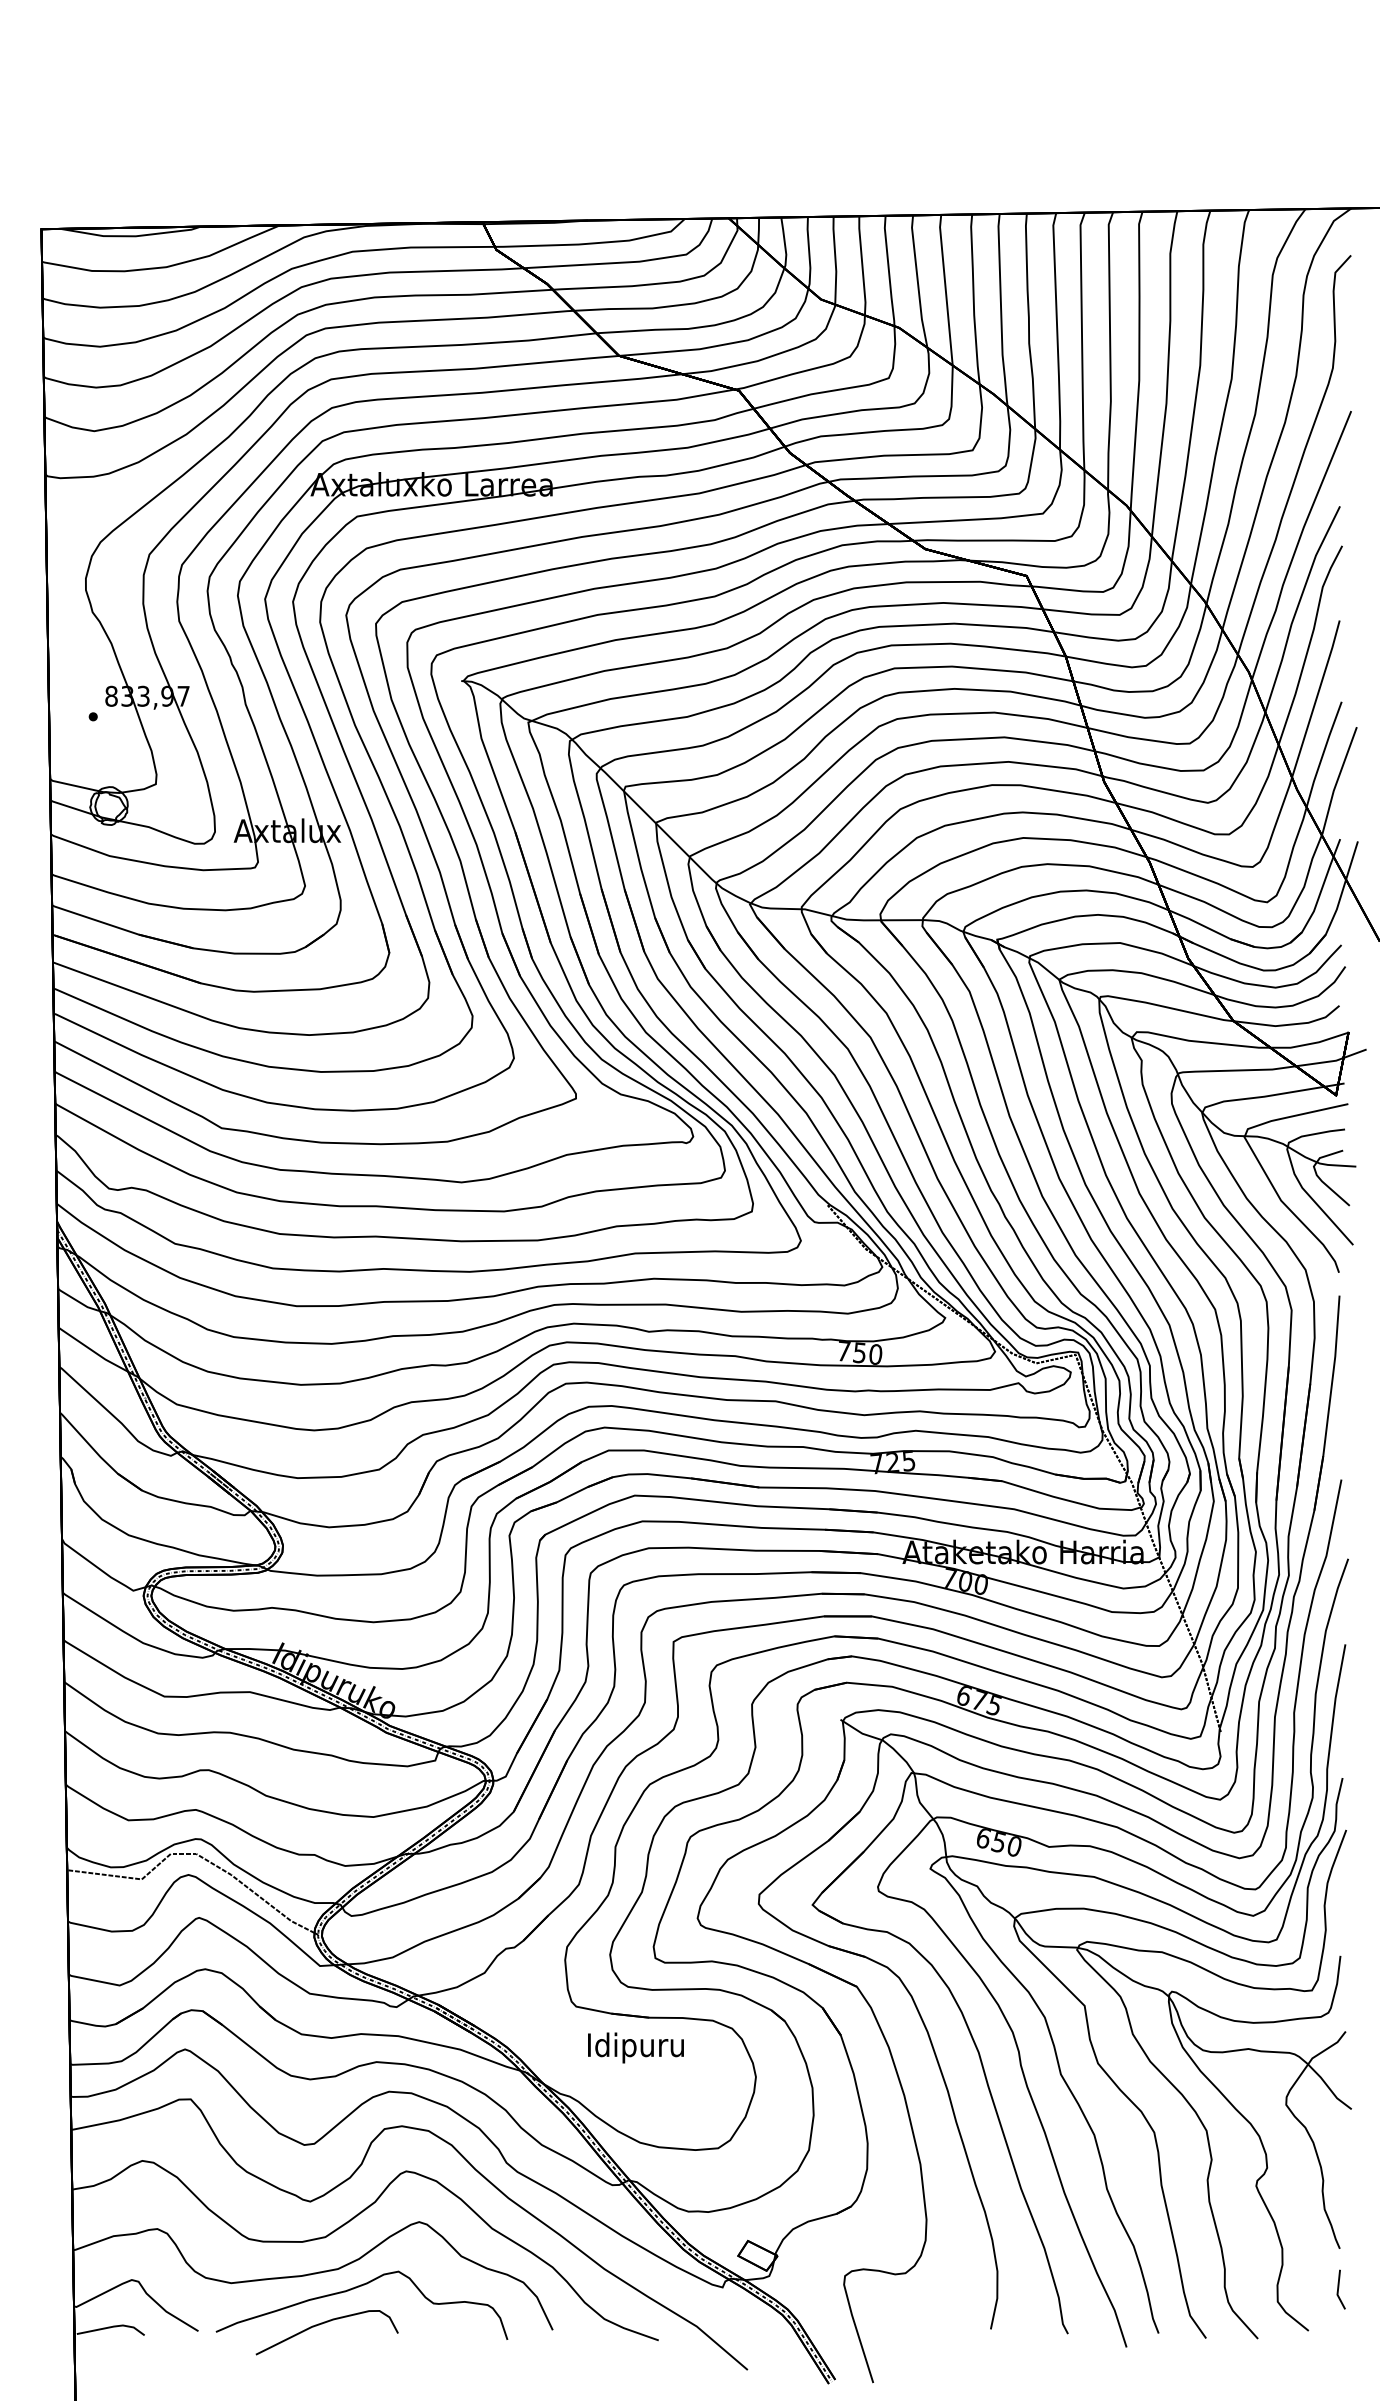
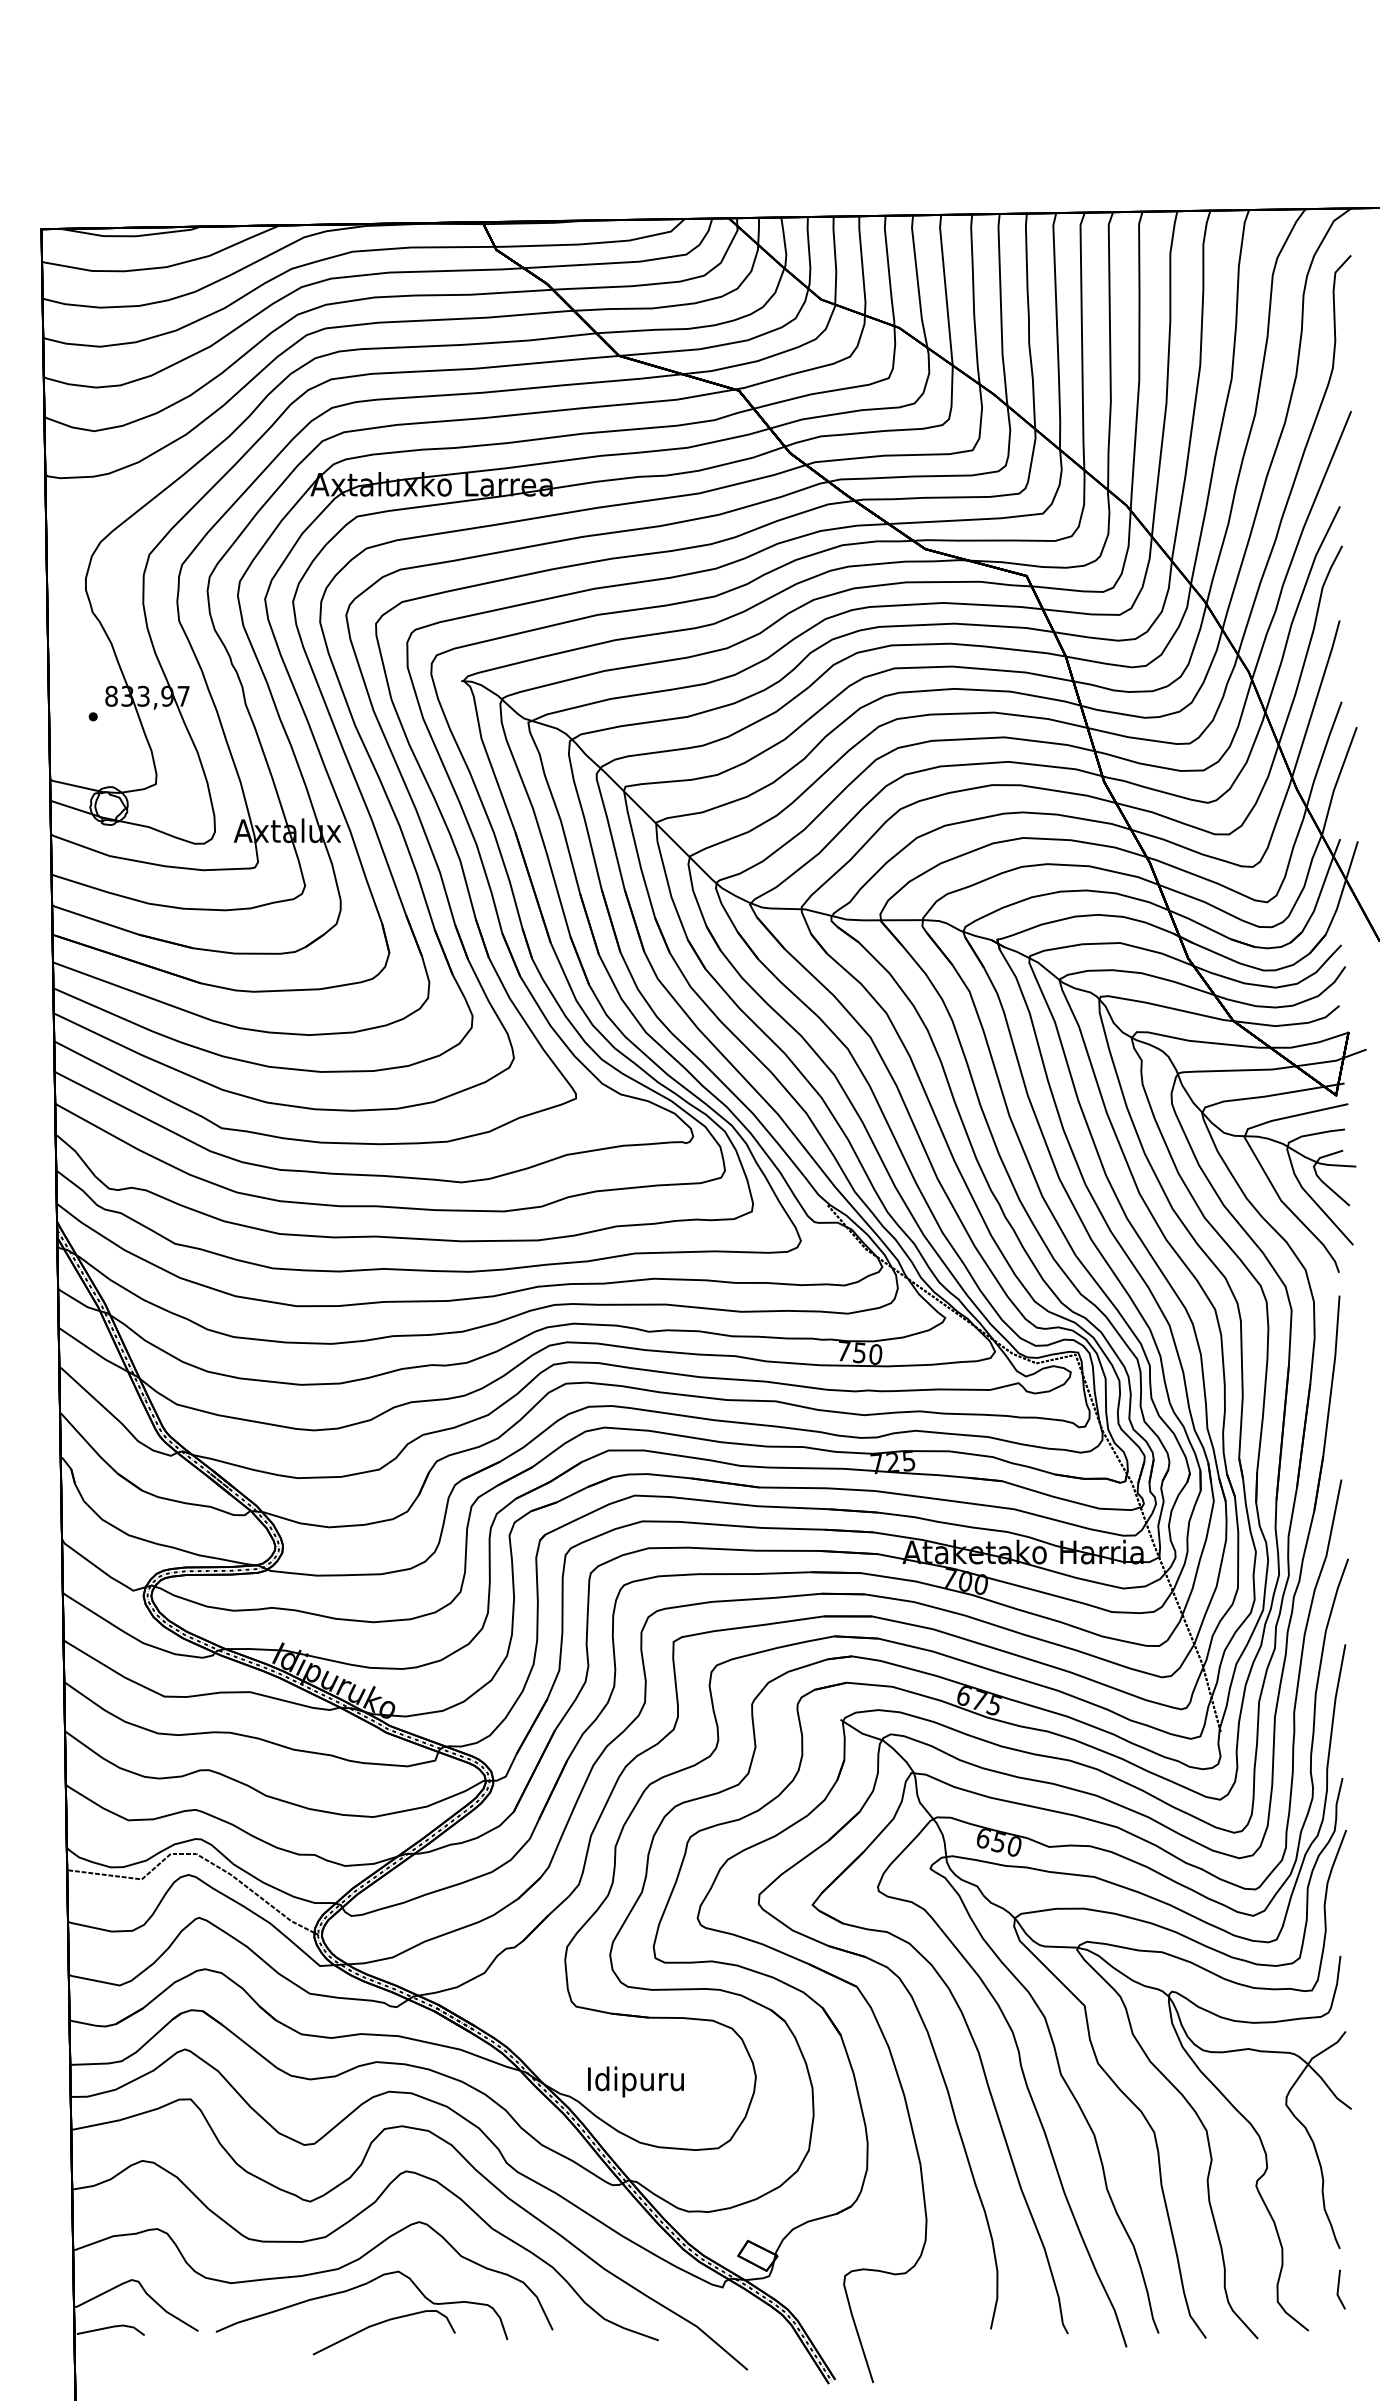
text at (635, 2047) position: (635, 2047) -> (635, 2081)
curve at (322, 2324) position: (322, 2324) -> (379, 2324)
